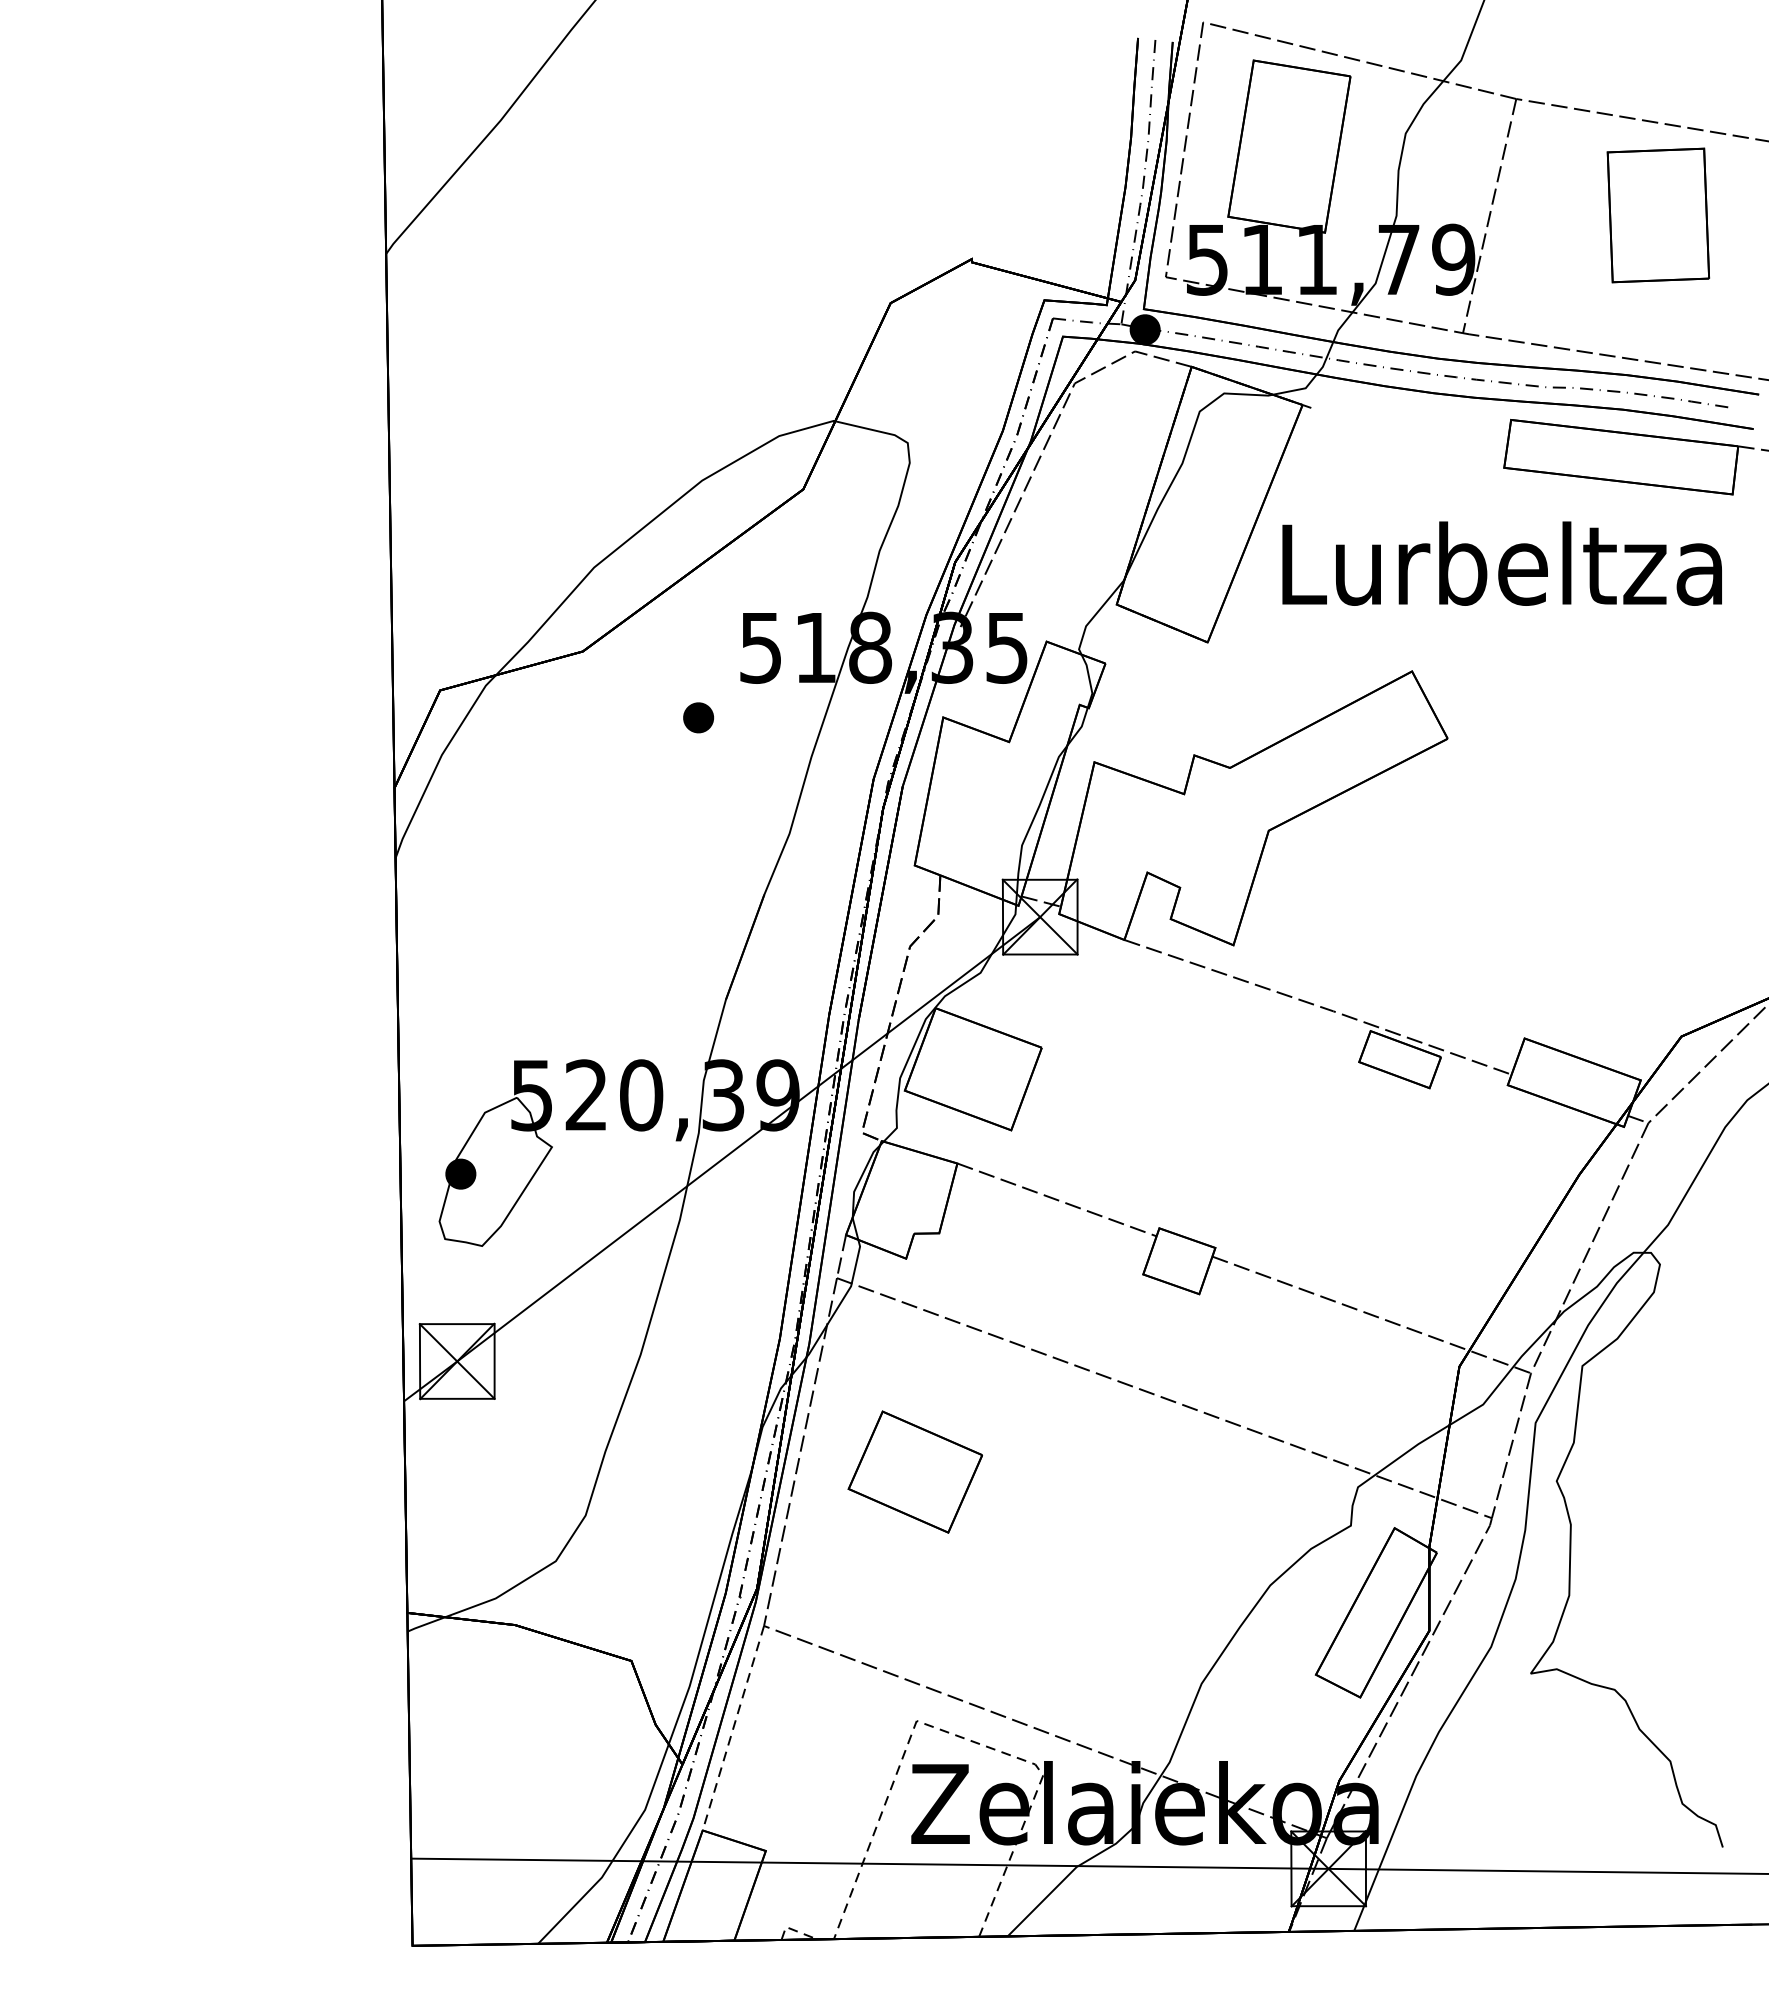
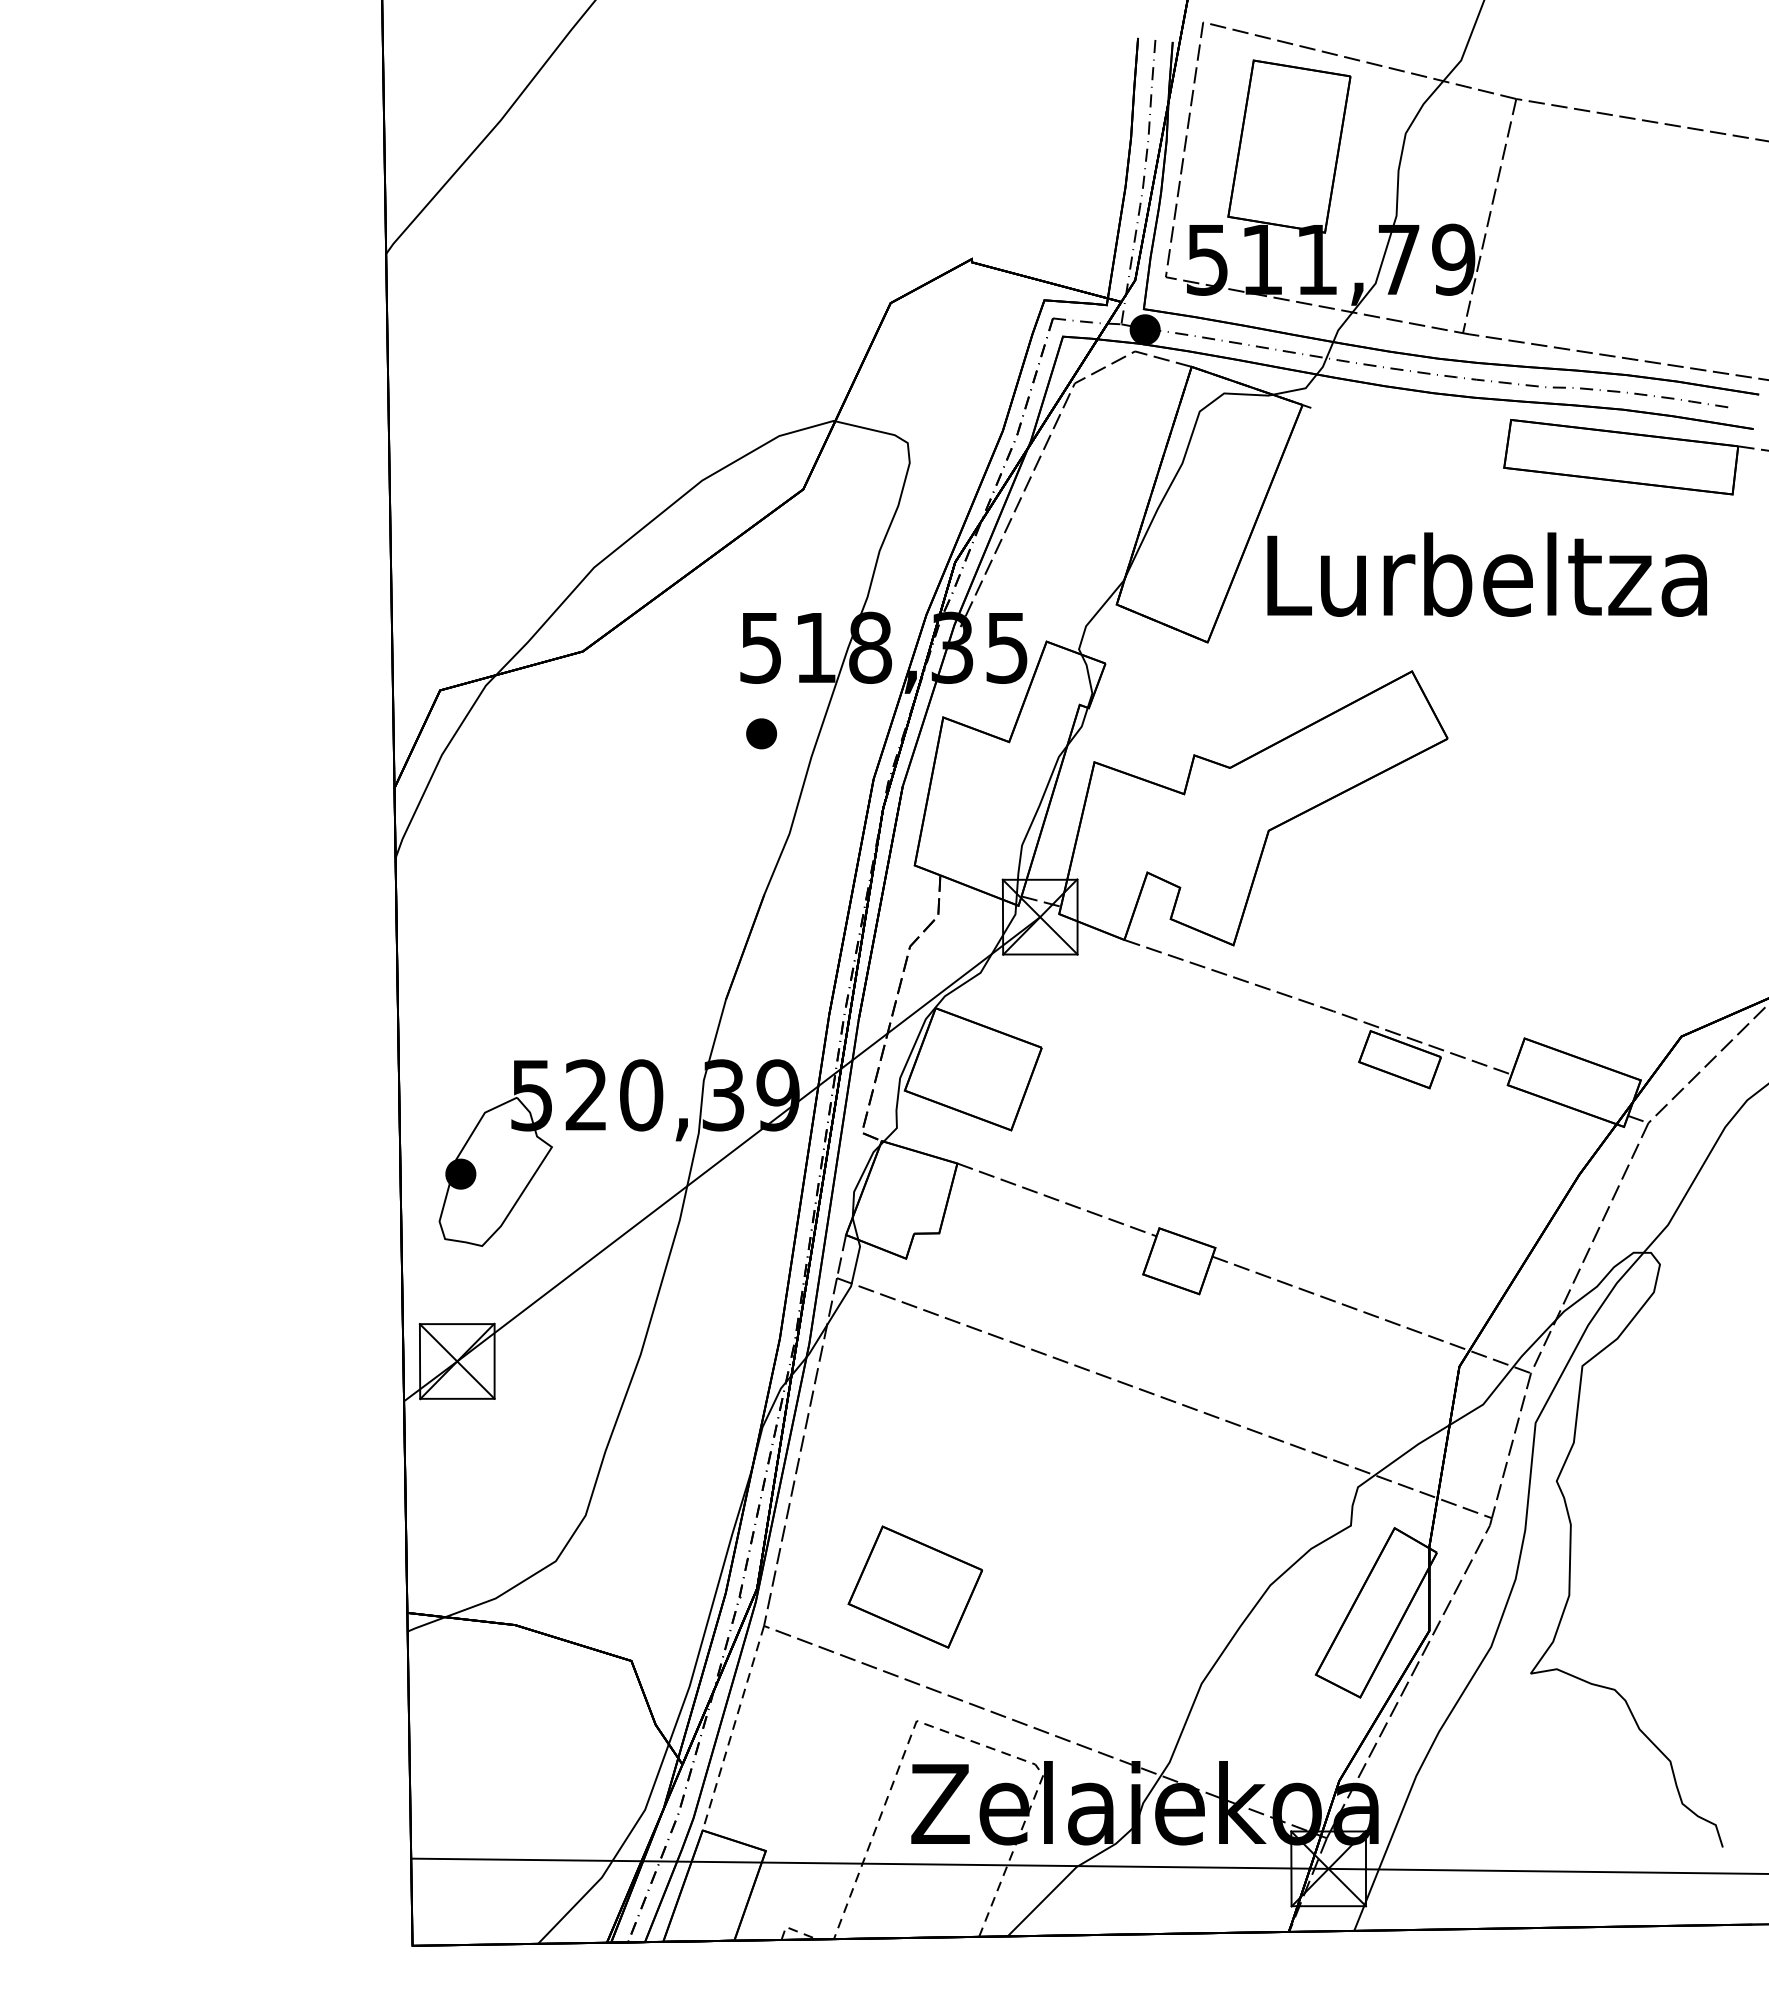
part at (1658, 215): present -> none
text at (1501, 563) position: (1501, 563) -> (1486, 574)
part at (698, 717) position: (698, 717) -> (761, 733)
part at (914, 1471) position: (914, 1471) -> (914, 1586)
